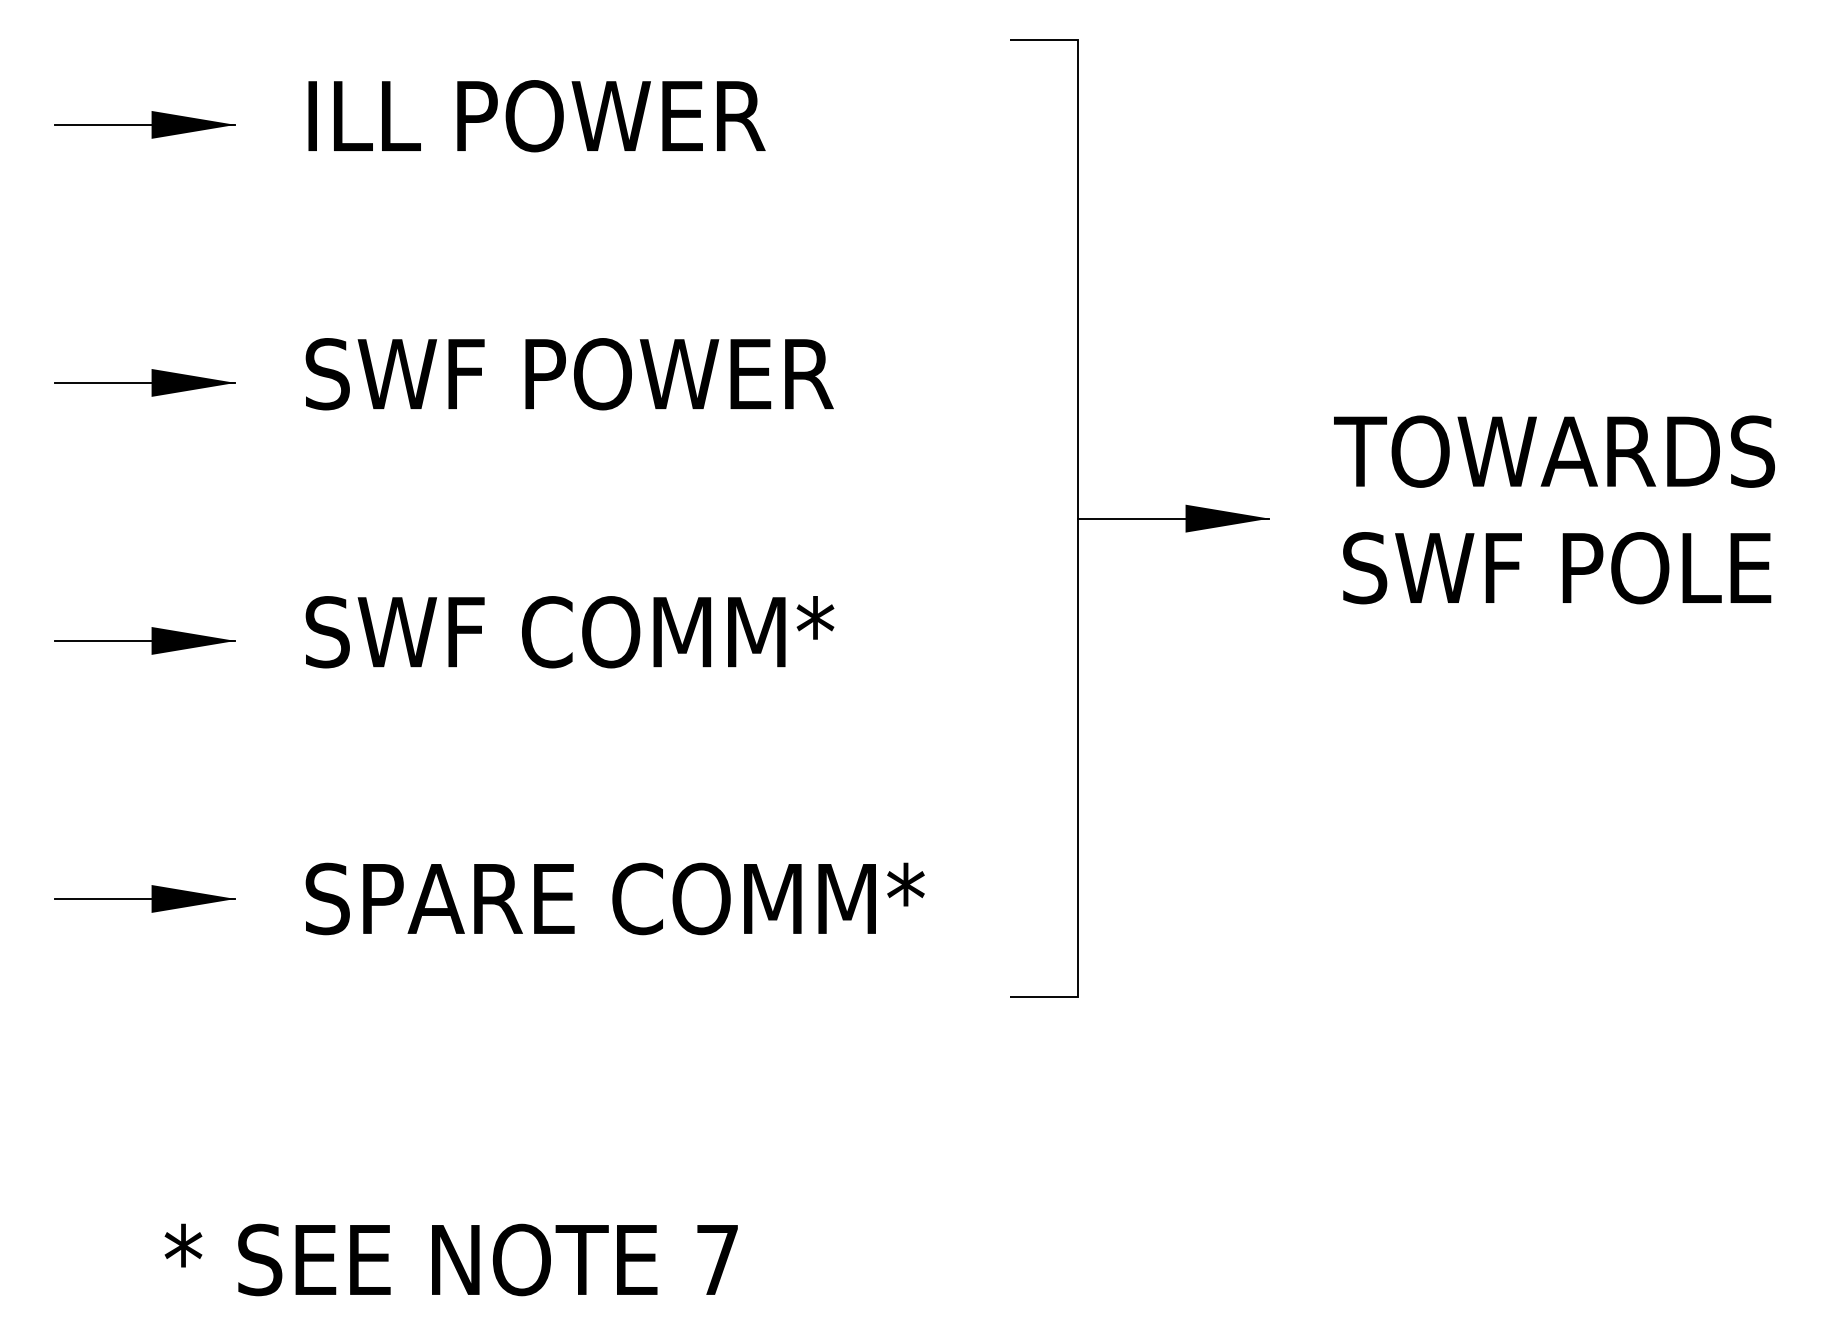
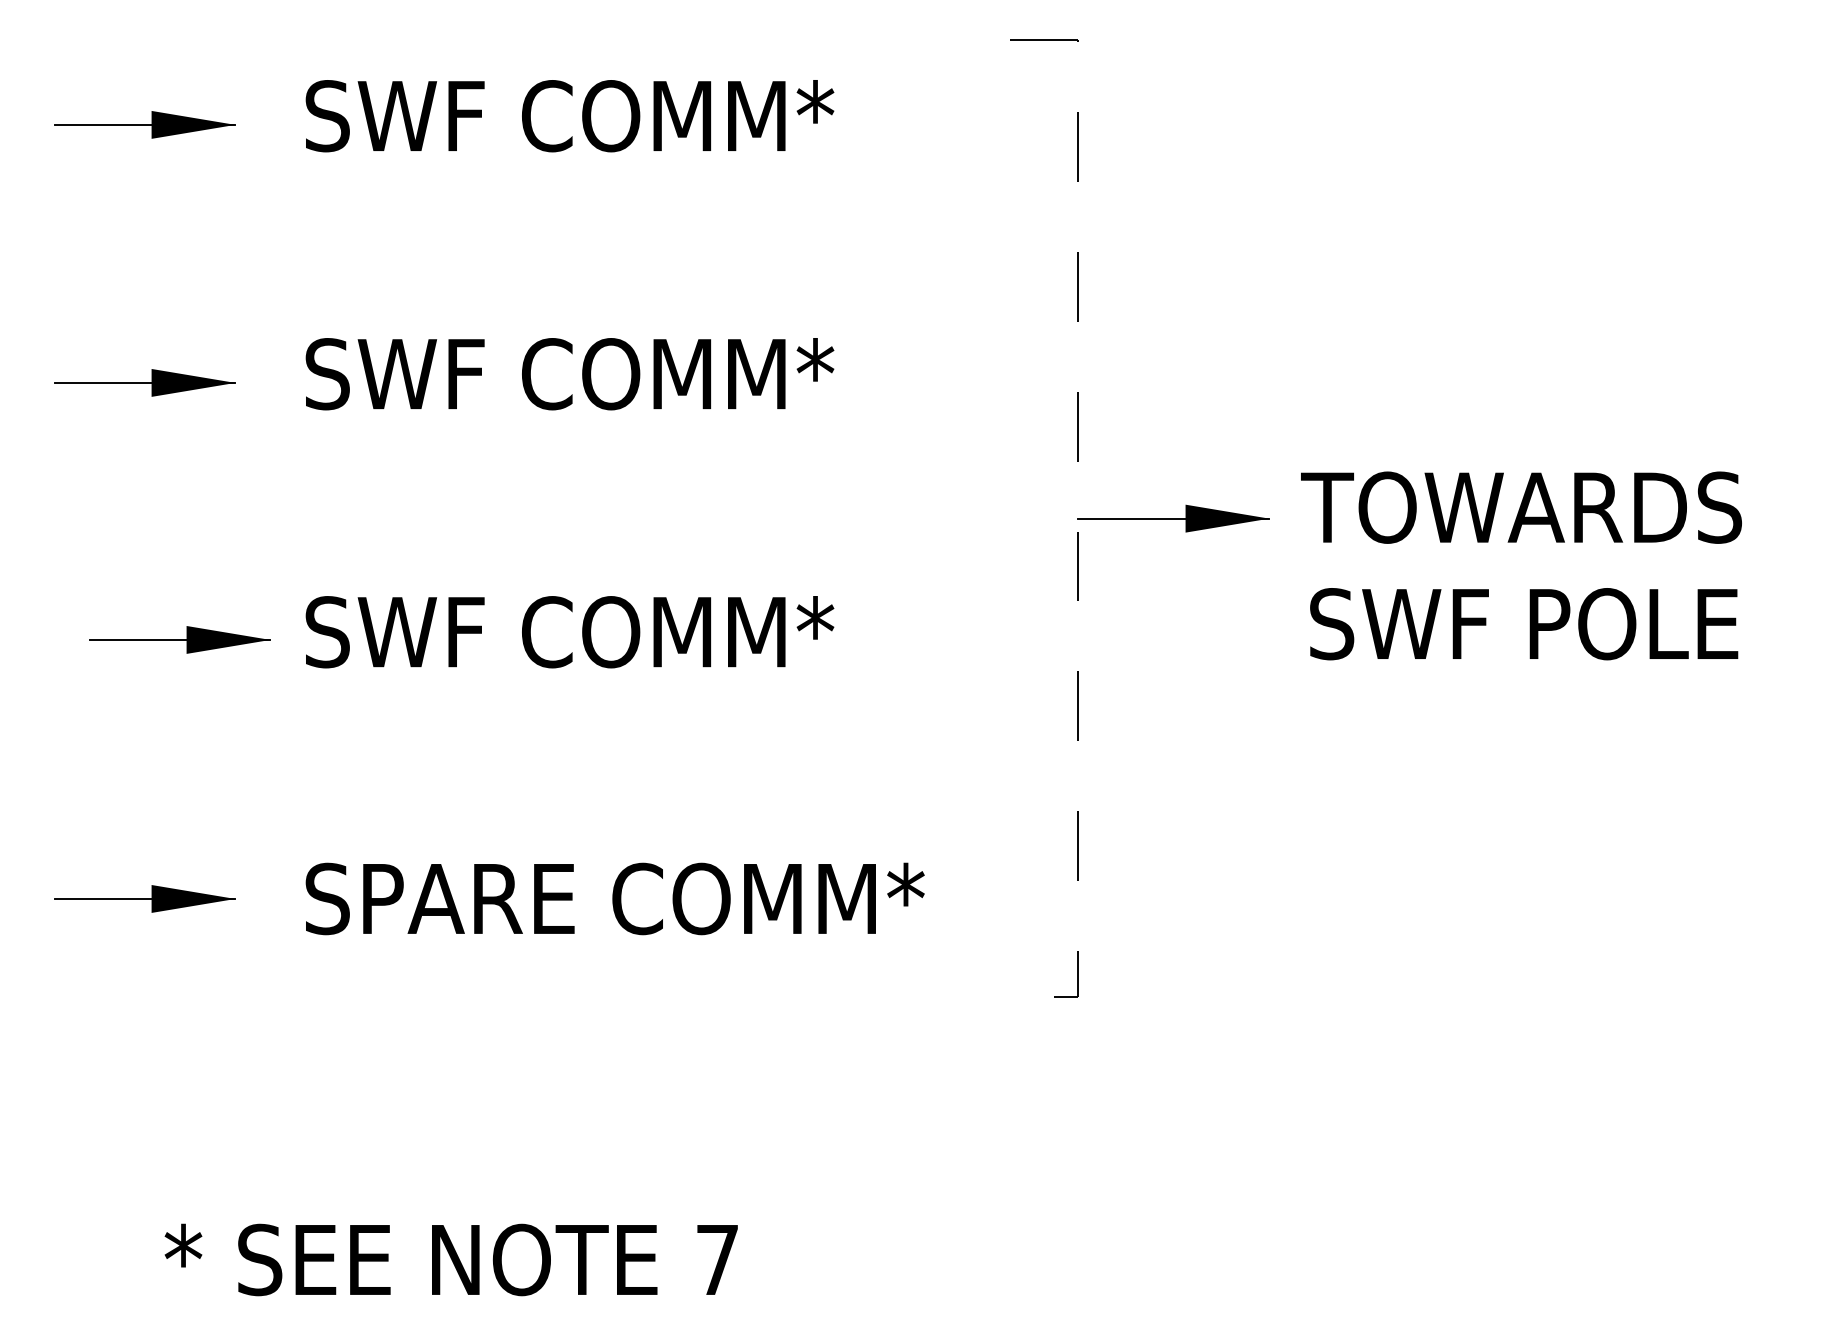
text at (569, 116): ILL POWER -> SWF COMM*
text at (678, 374): SWF POWER -> SWF COMM*
text at (1554, 509) position: (1554, 509) -> (1521, 565)
line at (1077, 519): solid -> dashed
part at (144, 640) position: (144, 640) -> (179, 639)
